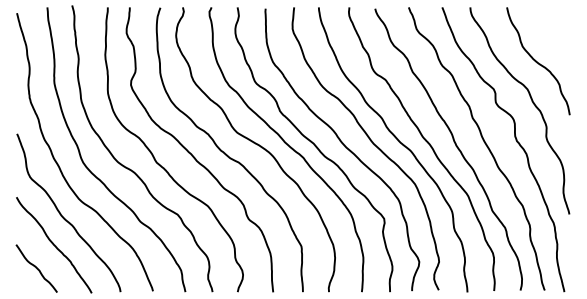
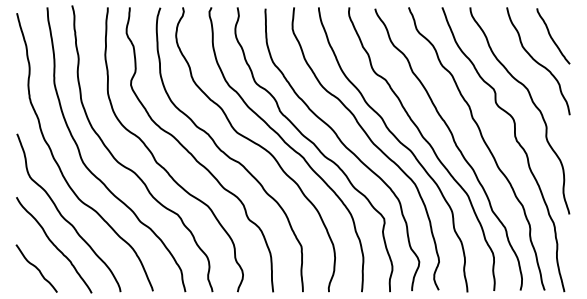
curve at (552, 37): none -> present
